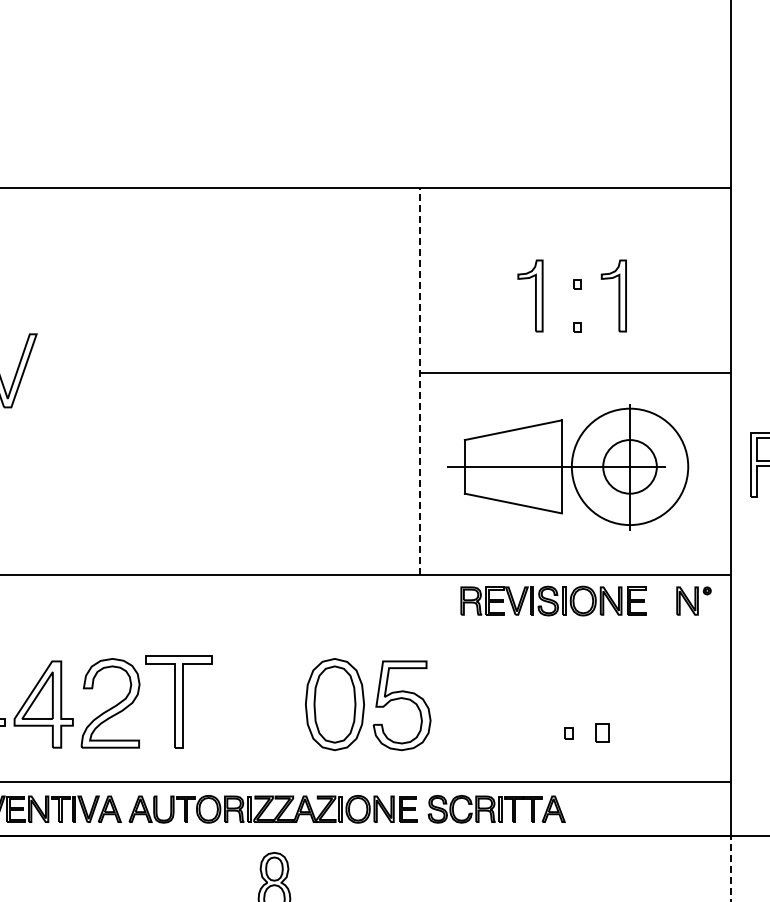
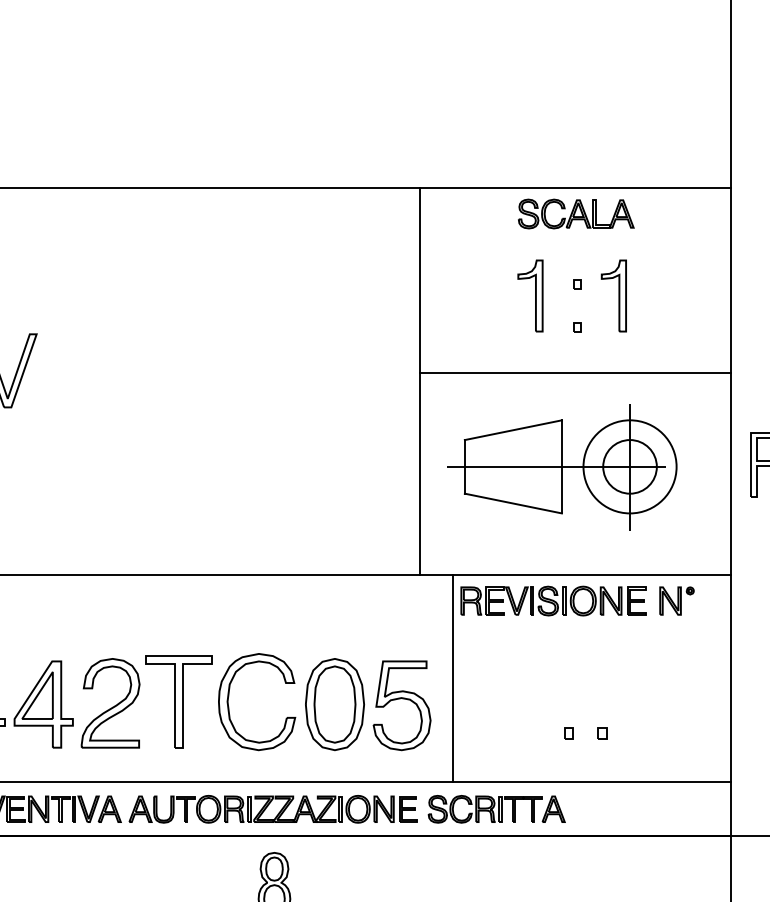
part at (576, 213): none -> present
line at (419, 381): dashed -> solid
circle at (629, 466) diameter: 116 px -> 93 px
part at (693, 600) position: (693, 600) -> (676, 600)
line at (452, 678): none -> present
part at (229, 706): none -> present
part at (602, 732) size: 15x20 px -> 11x13 px
line at (730, 869): dashed -> solid
